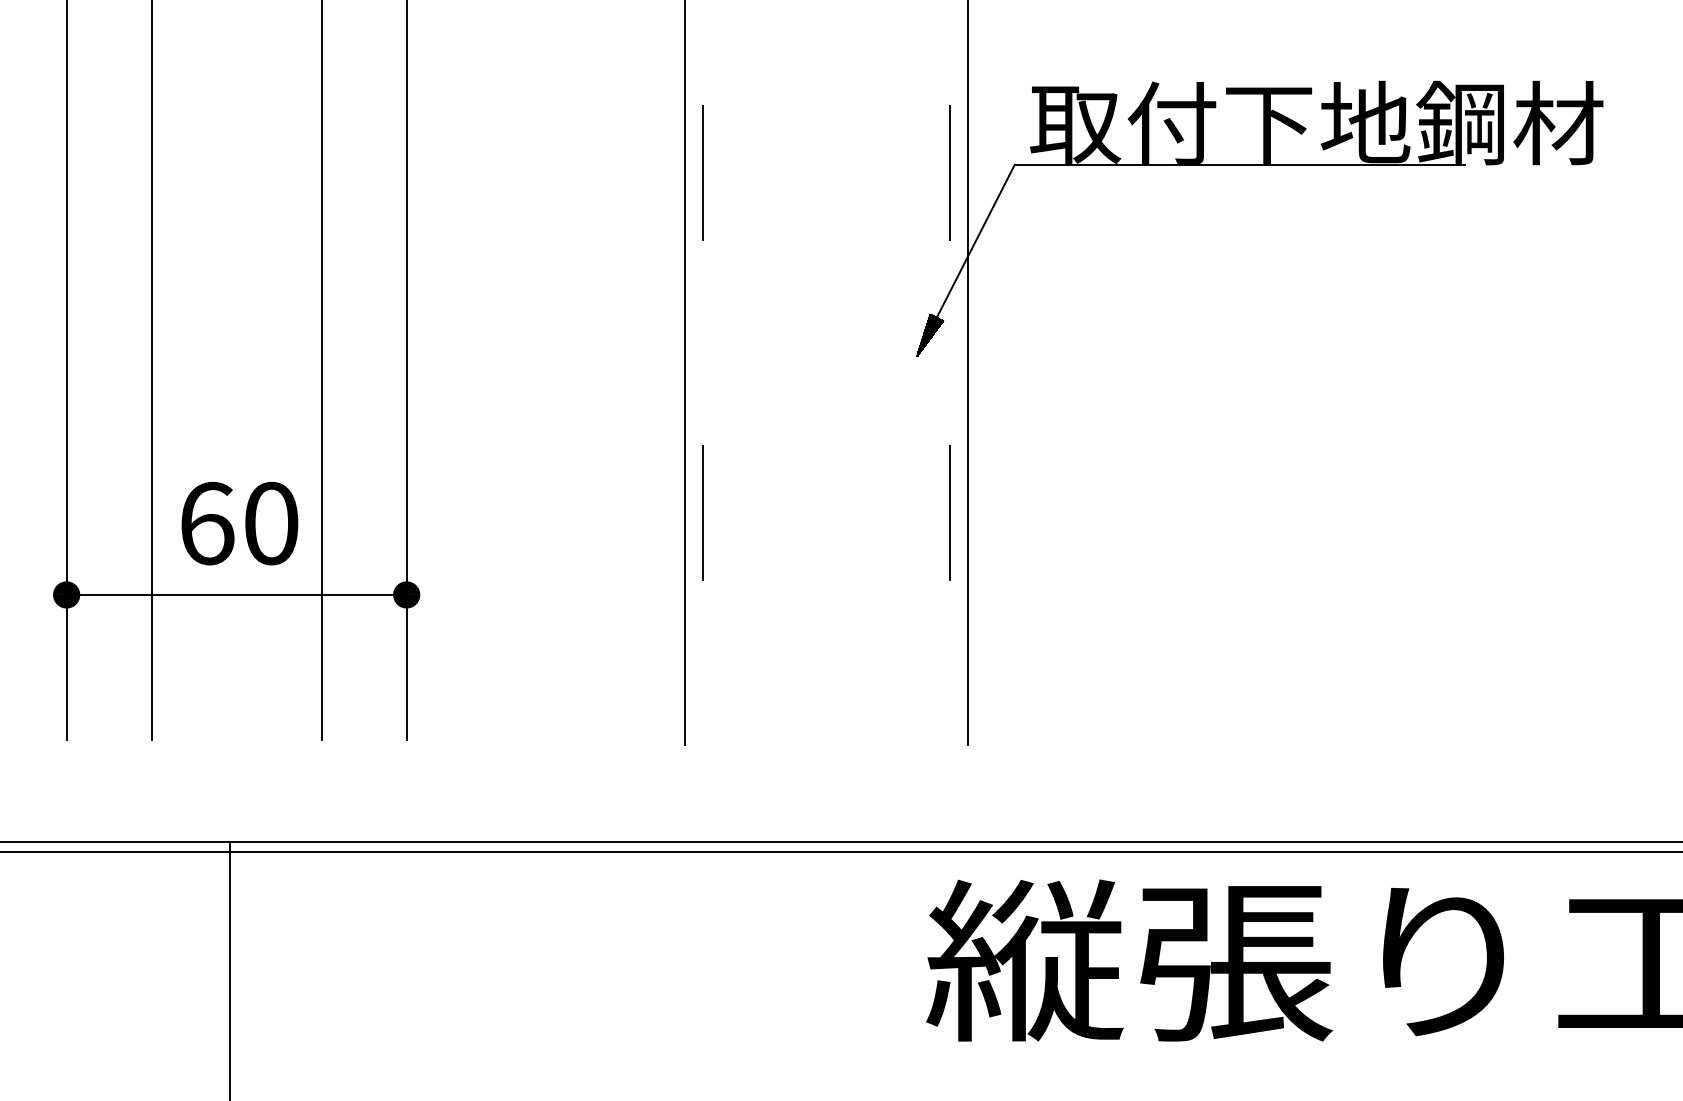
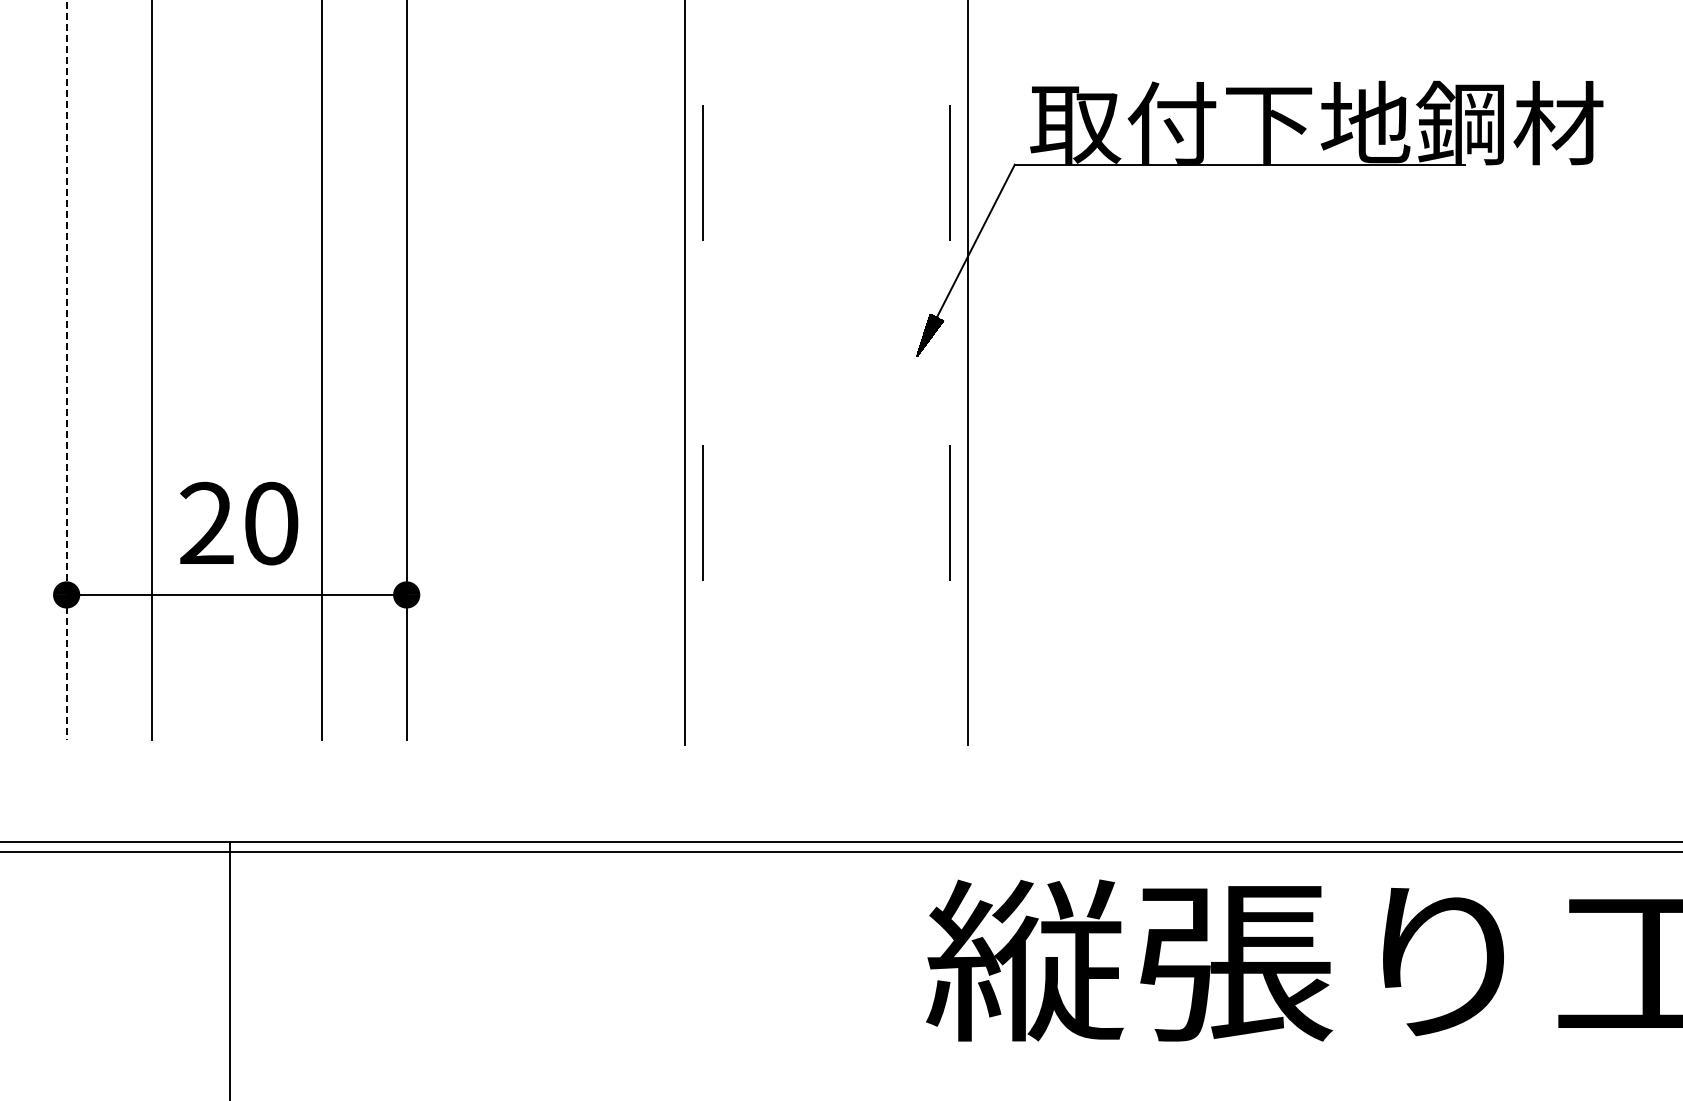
line at (66, 370): solid -> dashed
text at (207, 523): 60 -> 20
